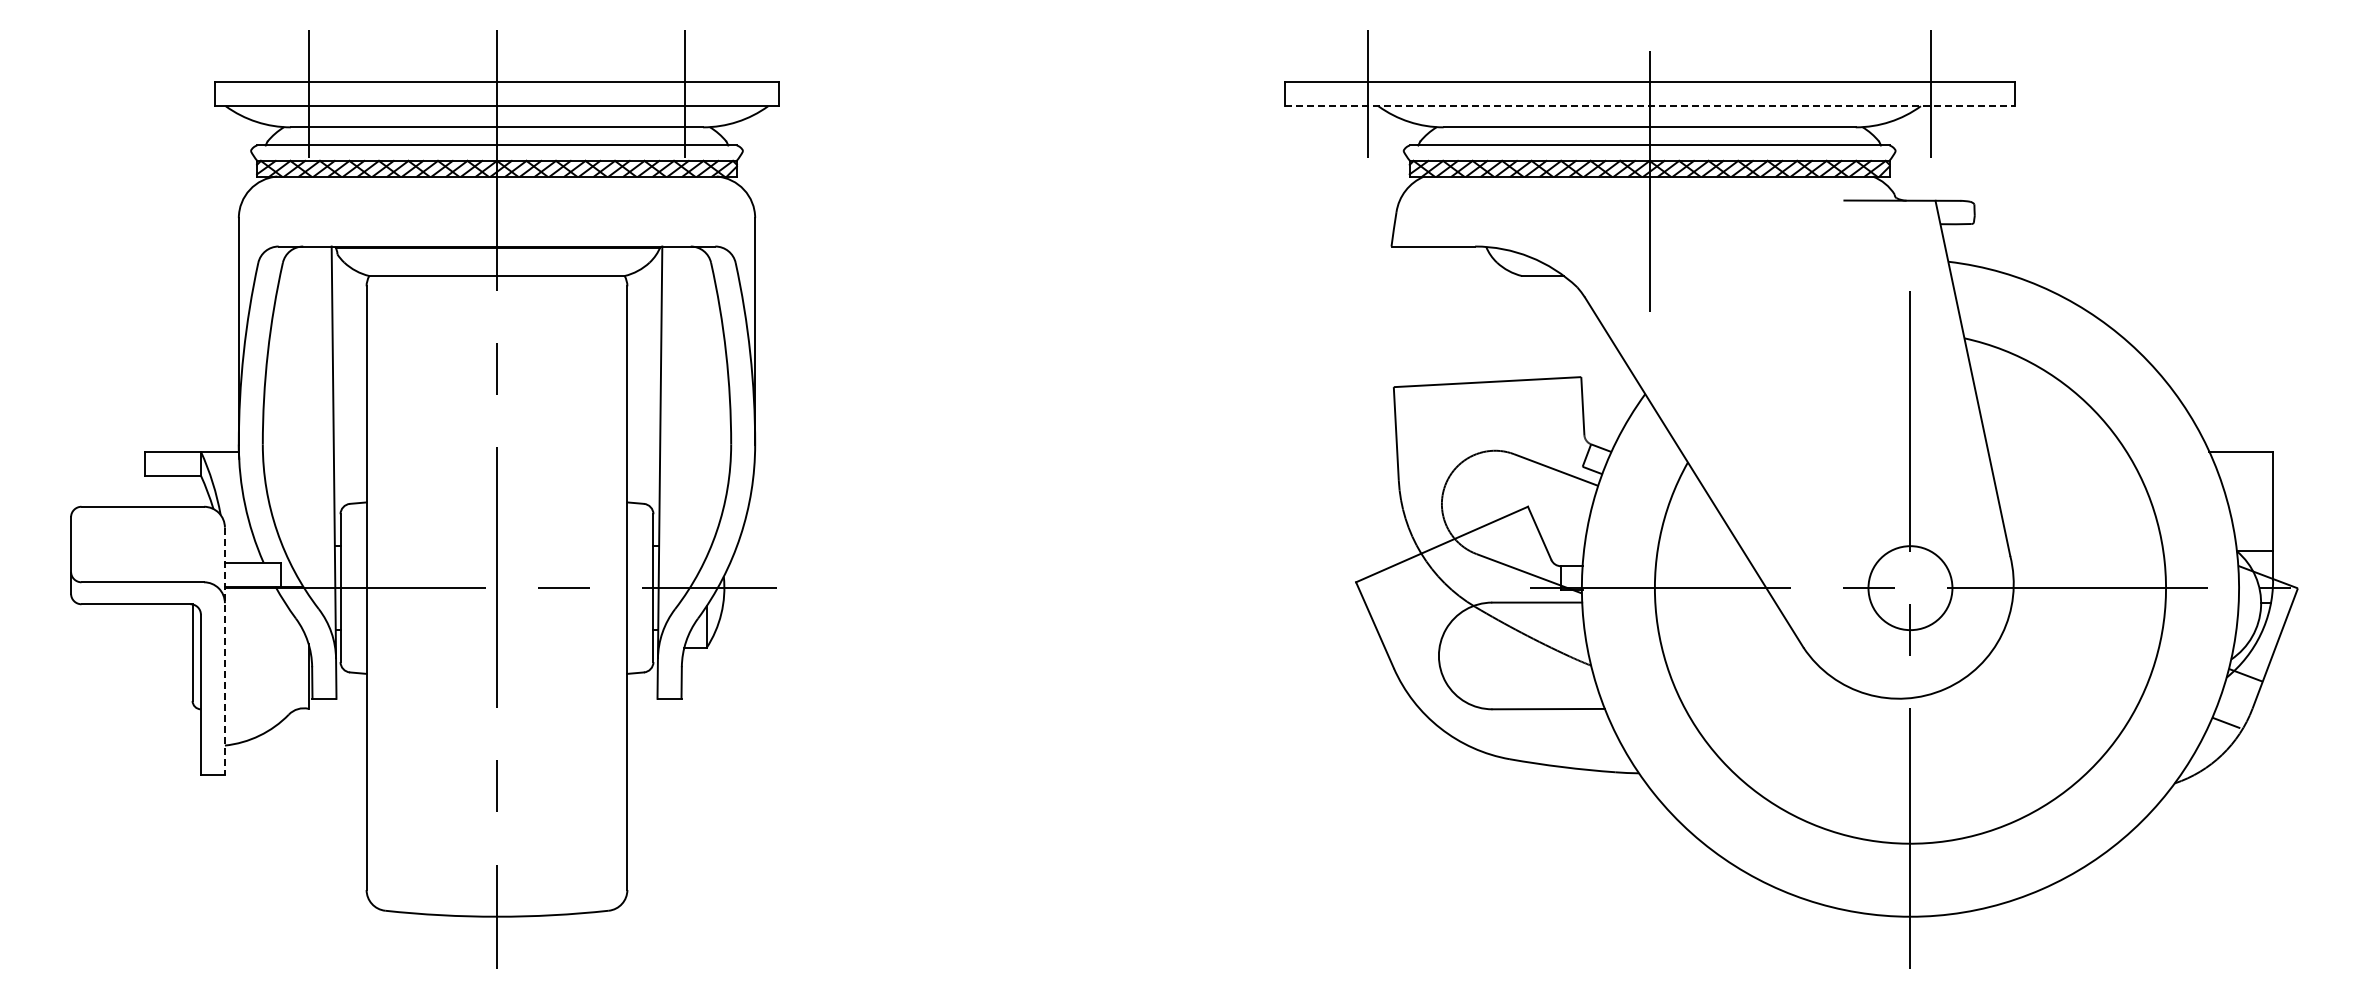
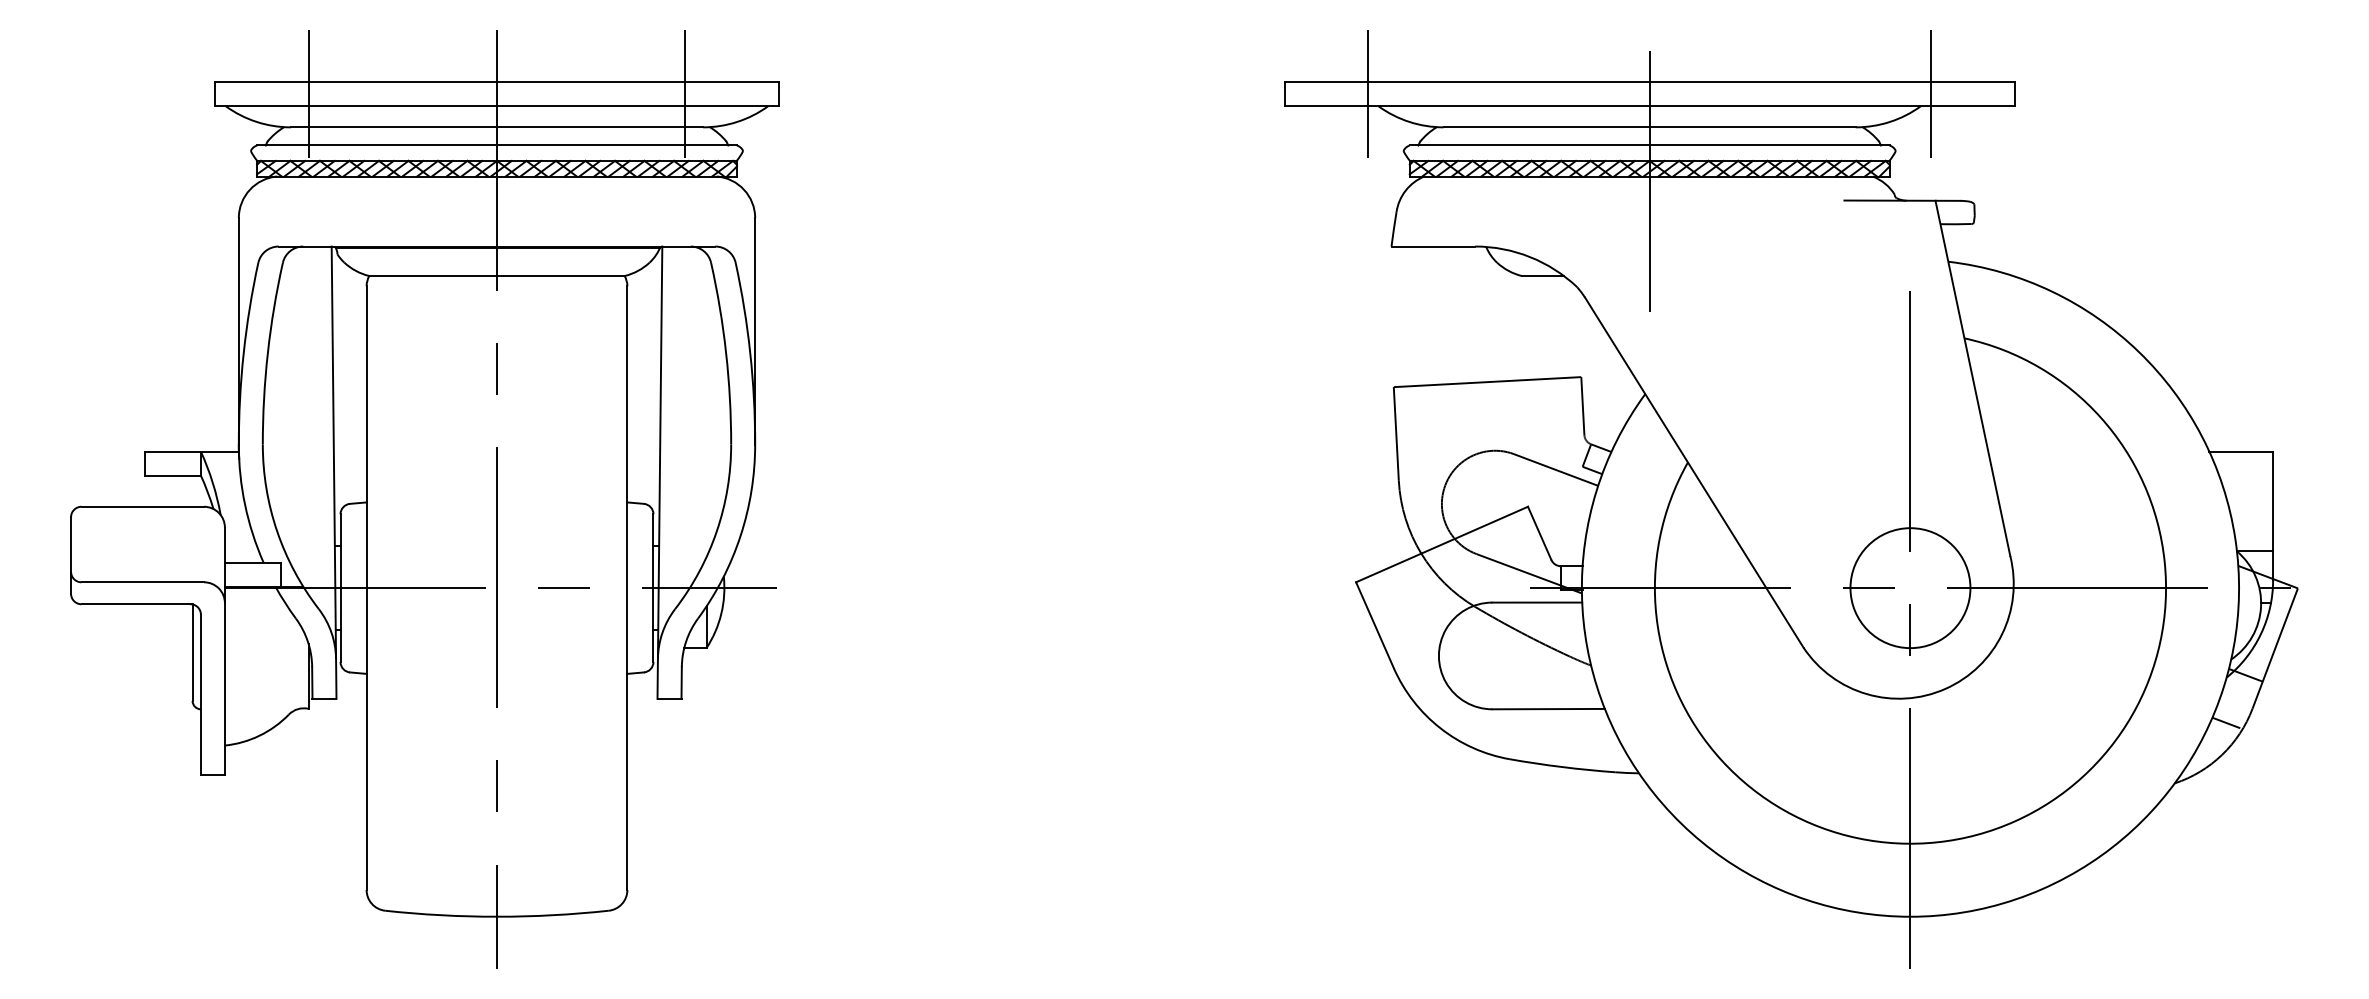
line at (1650, 106): dashed -> solid
circle at (1910, 588) diameter: 84 px -> 120 px
line at (224, 651): dashed -> solid
